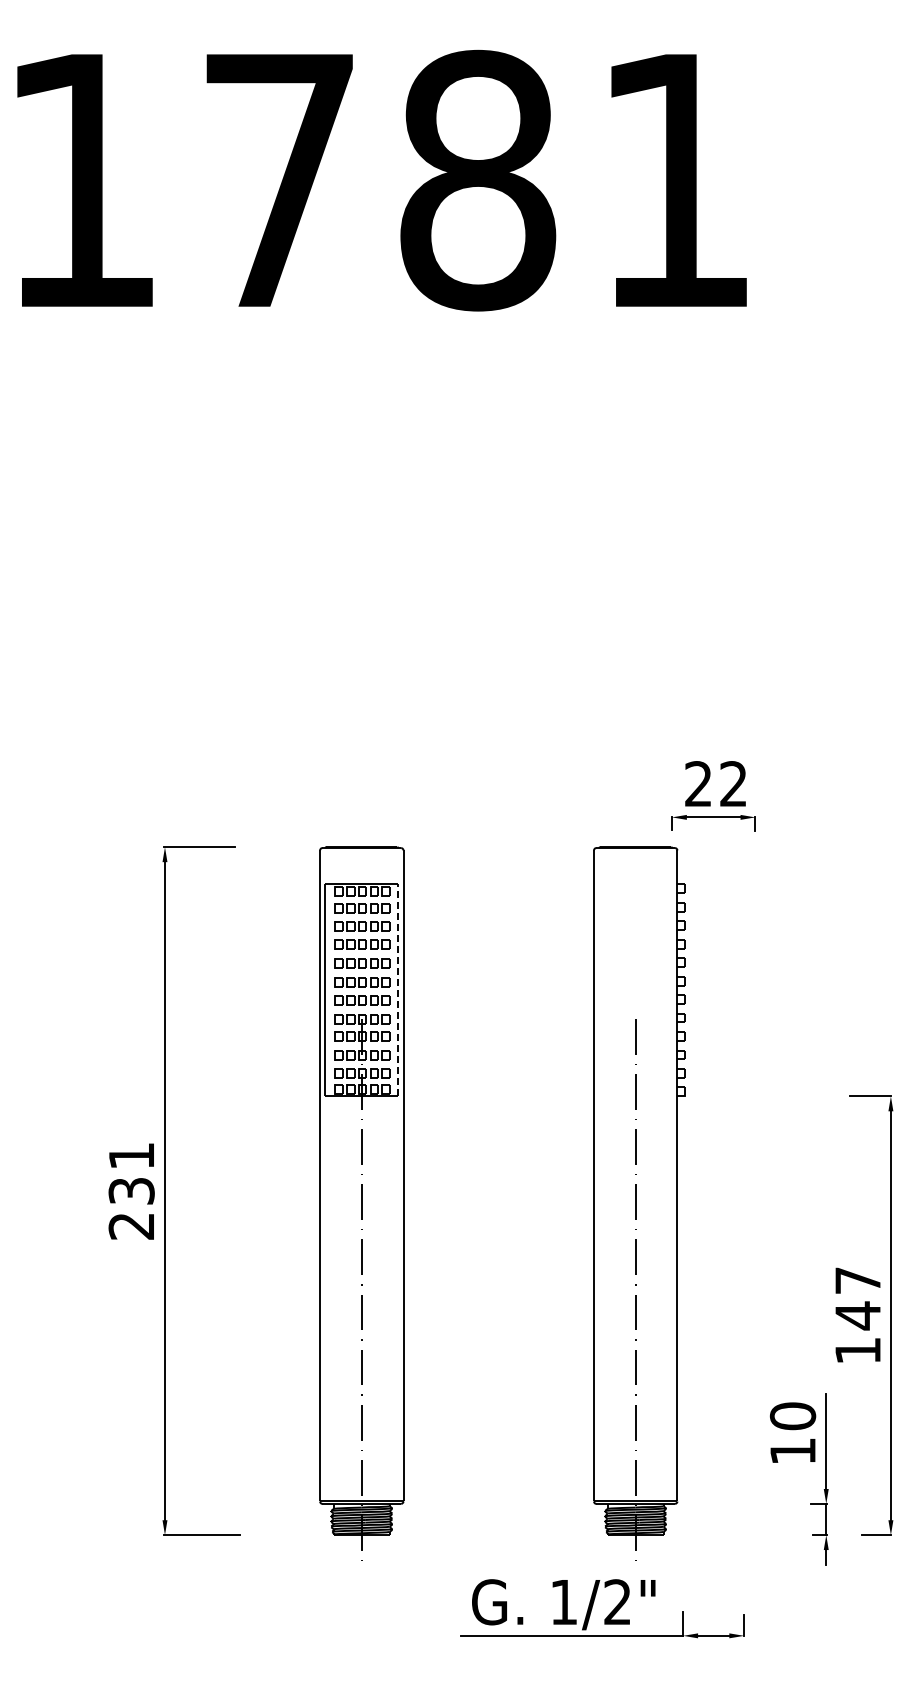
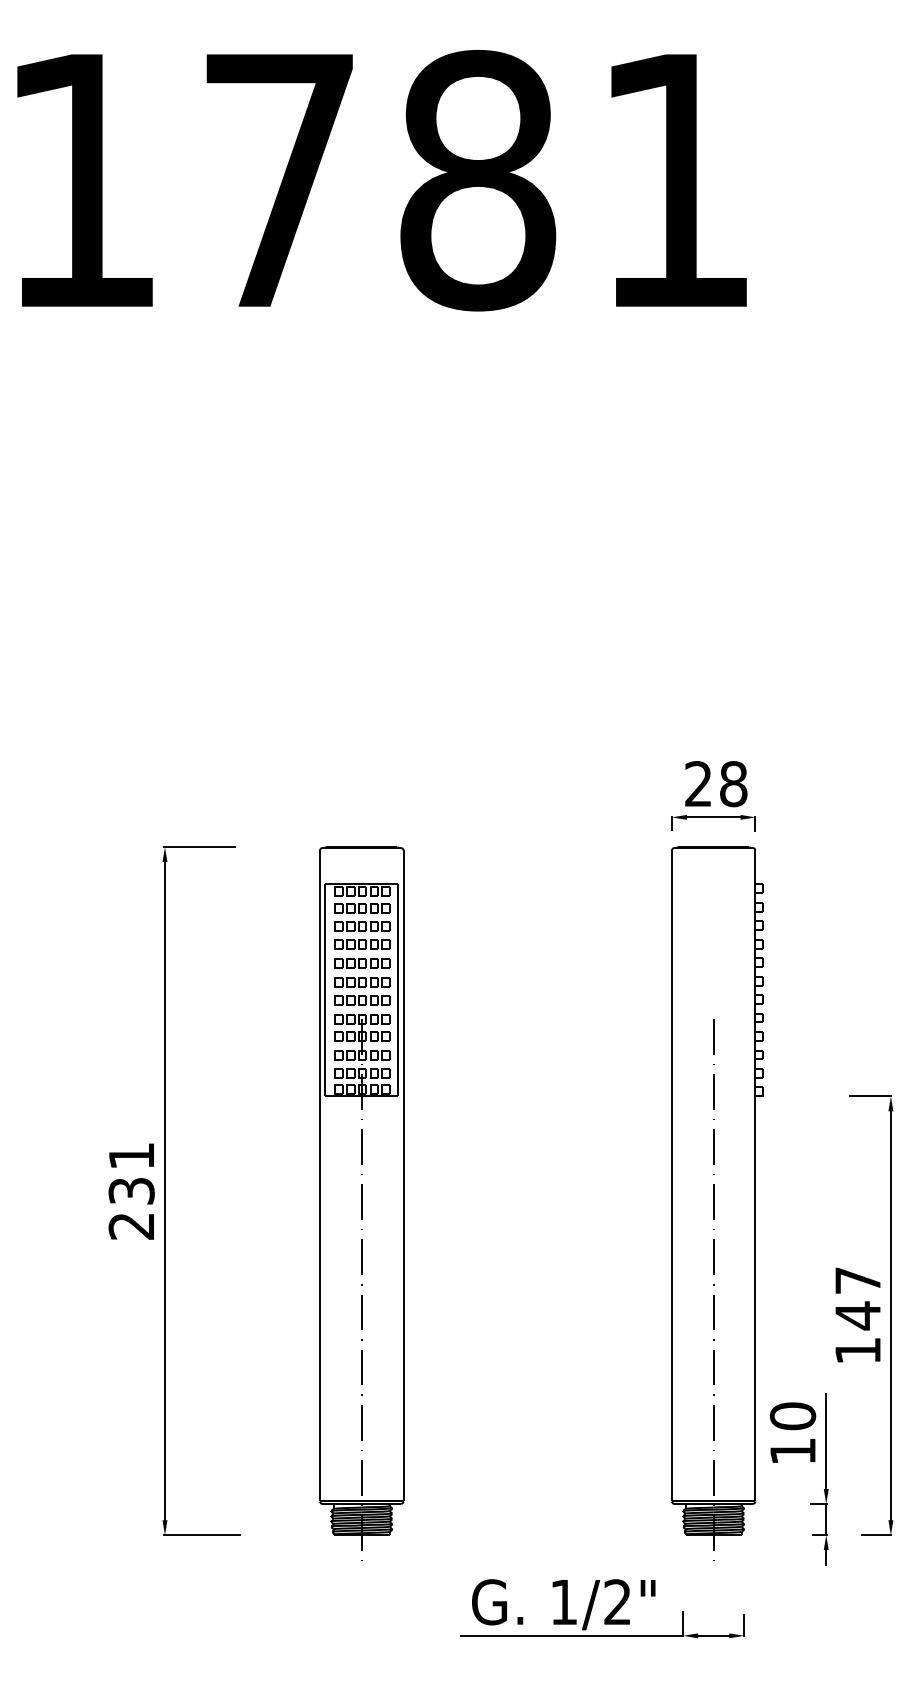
text at (733, 784): 22 -> 28
line at (398, 989): dashed -> solid
part at (639, 1203) position: (639, 1203) -> (717, 1203)
